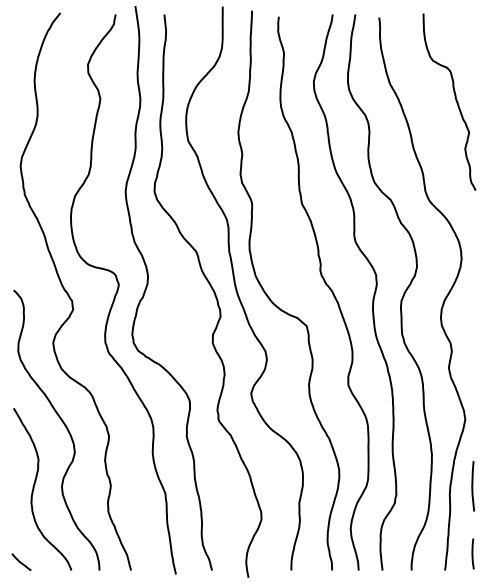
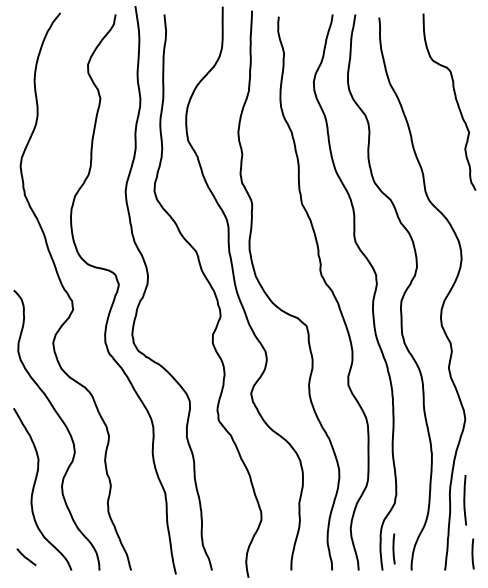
line at (472, 486) position: (472, 486) -> (464, 500)
line at (393, 548): none -> present
curve at (21, 562) position: (21, 562) -> (26, 557)
